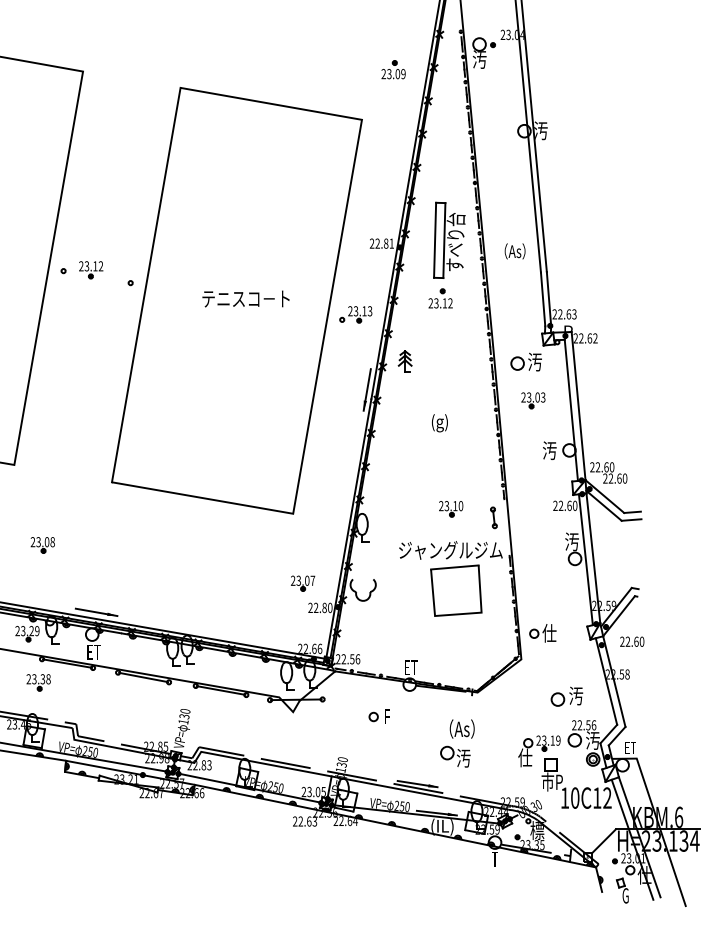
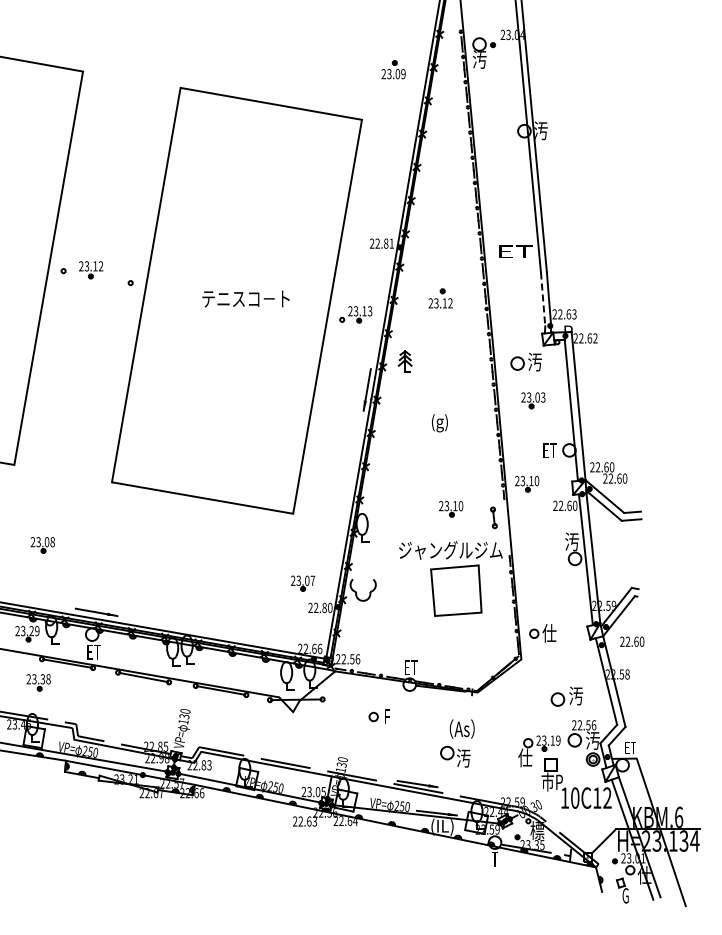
part at (449, 239): present -> none
text at (515, 251): （As） -> ET
line at (543, 299): solid -> dashed
text at (549, 450): 汚 -> ET
part at (527, 484): none -> present
